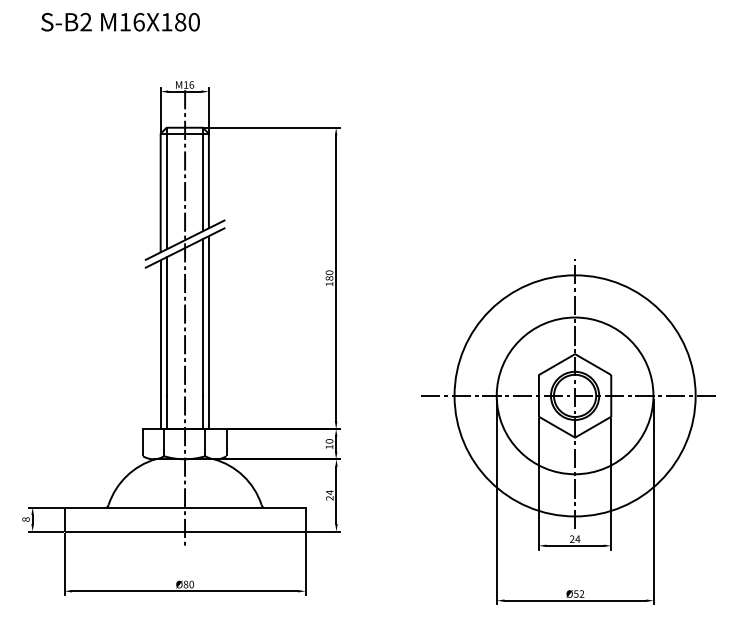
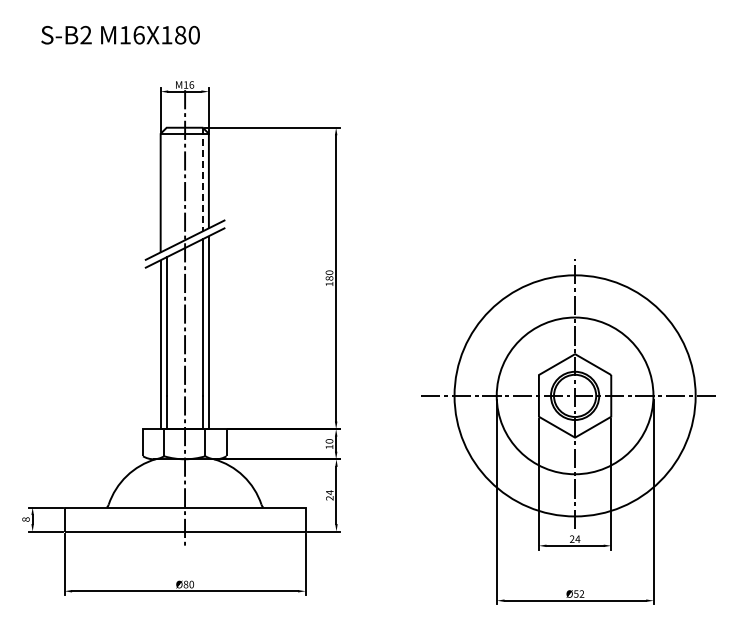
text at (120, 22) position: (120, 22) -> (120, 35)
line at (202, 179): solid -> dashed
line at (166, 188): present -> none
